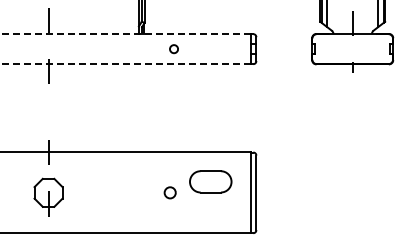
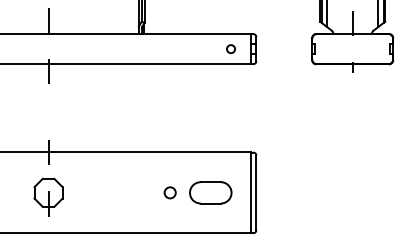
line at (125, 33): dashed -> solid
circle at (173, 49) position: (173, 49) -> (230, 49)
line at (125, 64): dashed -> solid
part at (210, 181) position: (210, 181) -> (210, 192)
